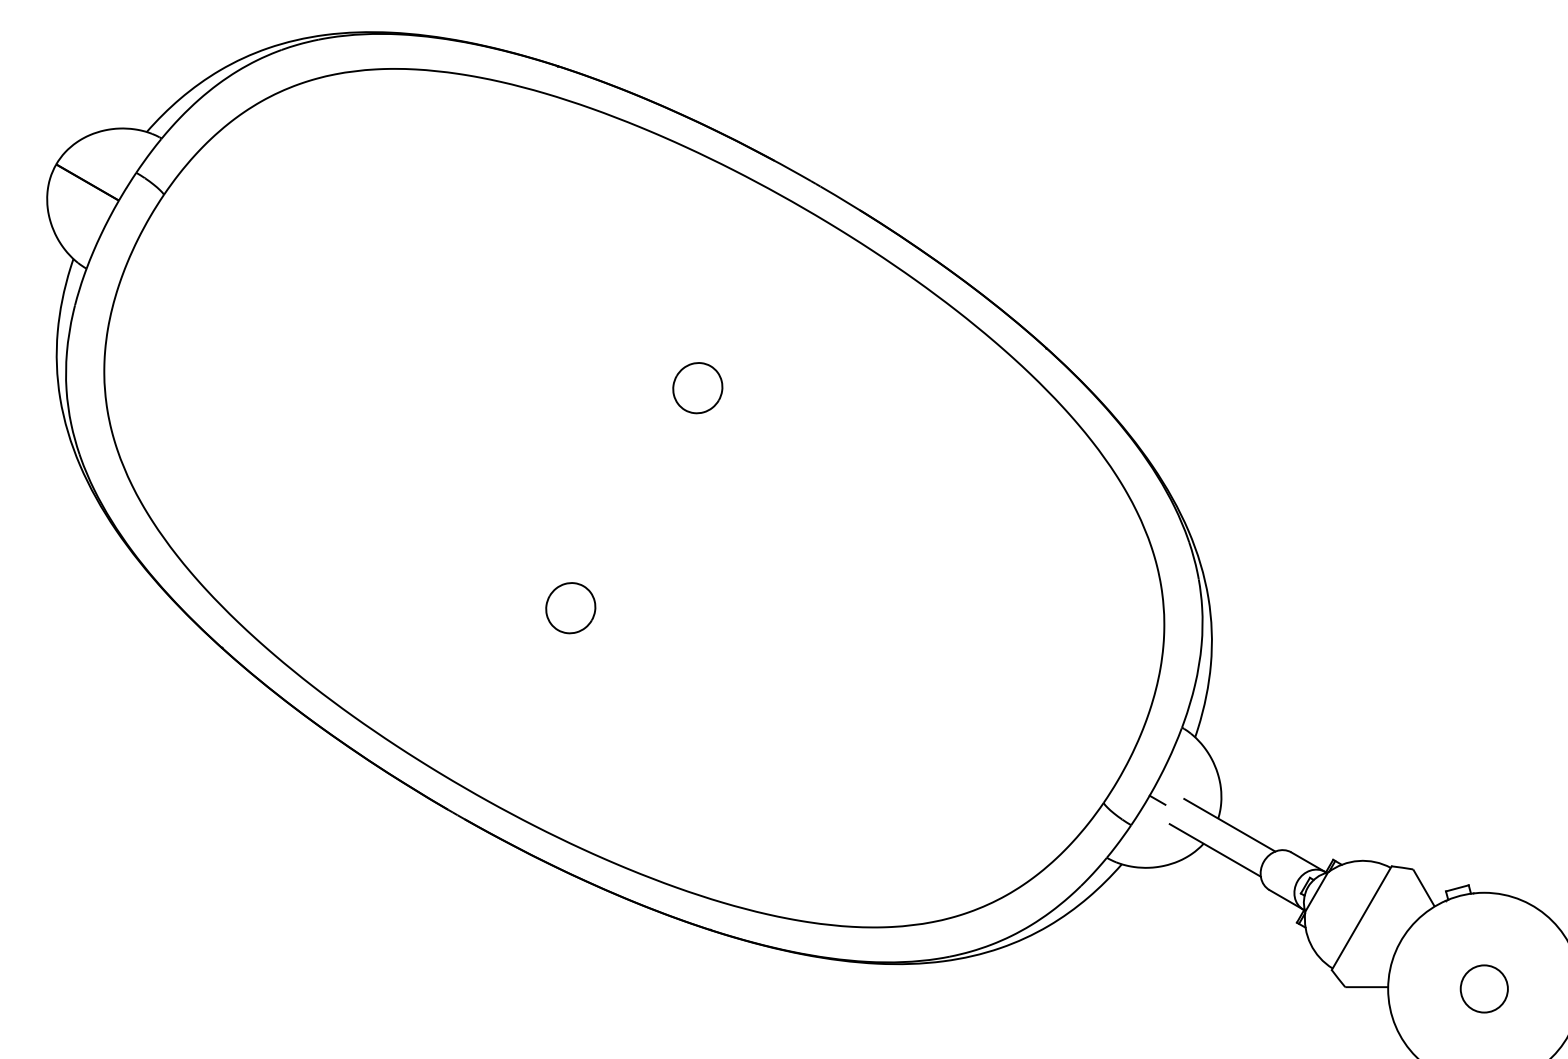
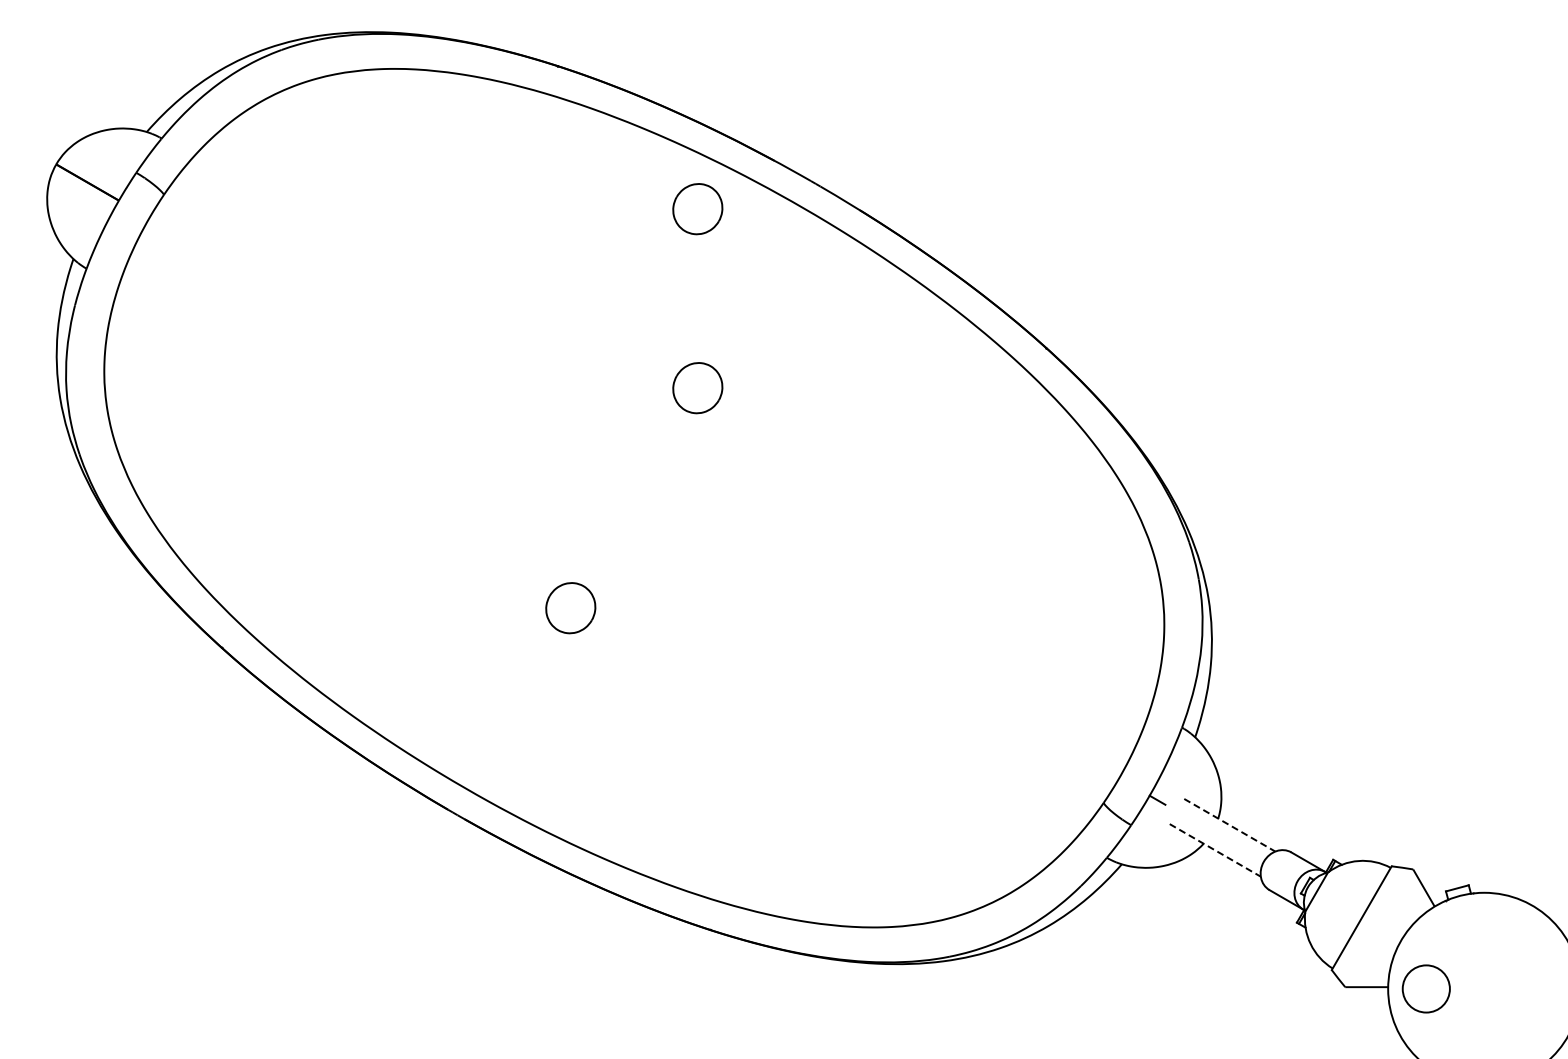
part at (697, 209): none -> present
line at (1229, 825): solid -> dashed
line at (1215, 850): solid -> dashed
circle at (1483, 988) position: (1483, 988) -> (1425, 988)
